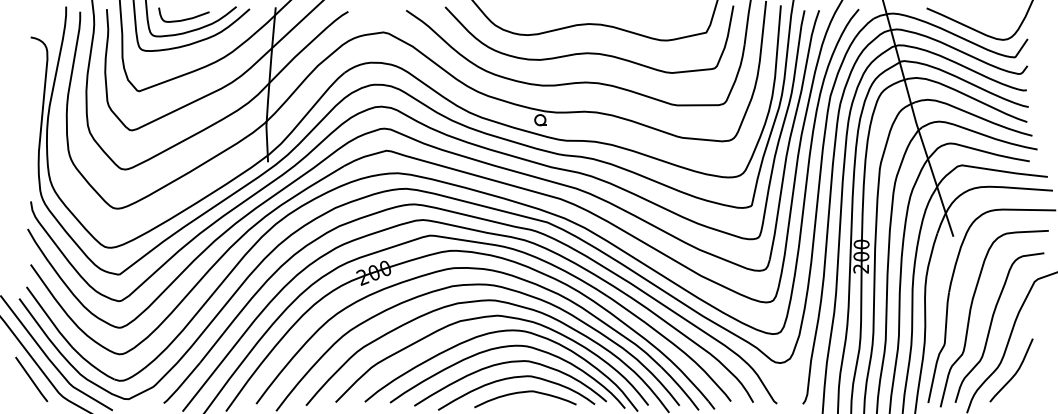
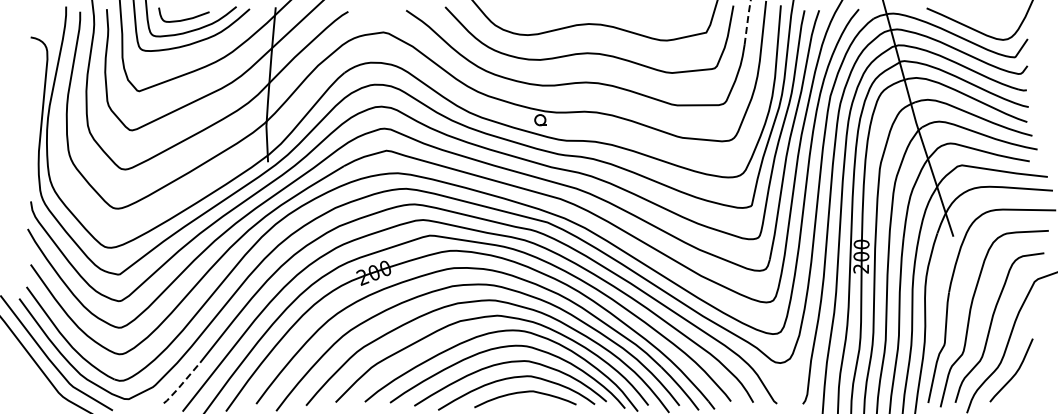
line at (747, 22): solid -> dashed
line at (31, 379): present -> none
line at (181, 384): solid -> dashed
